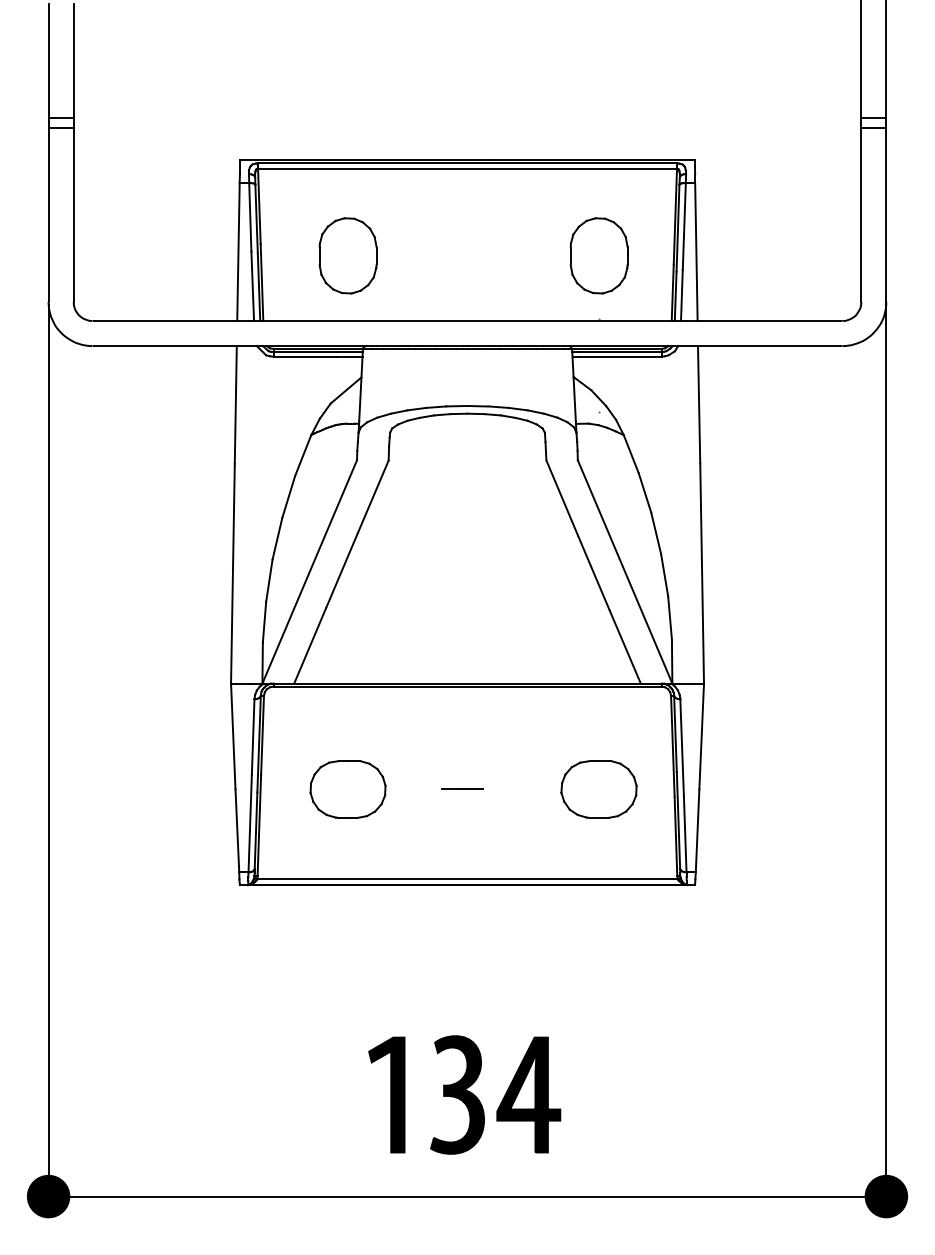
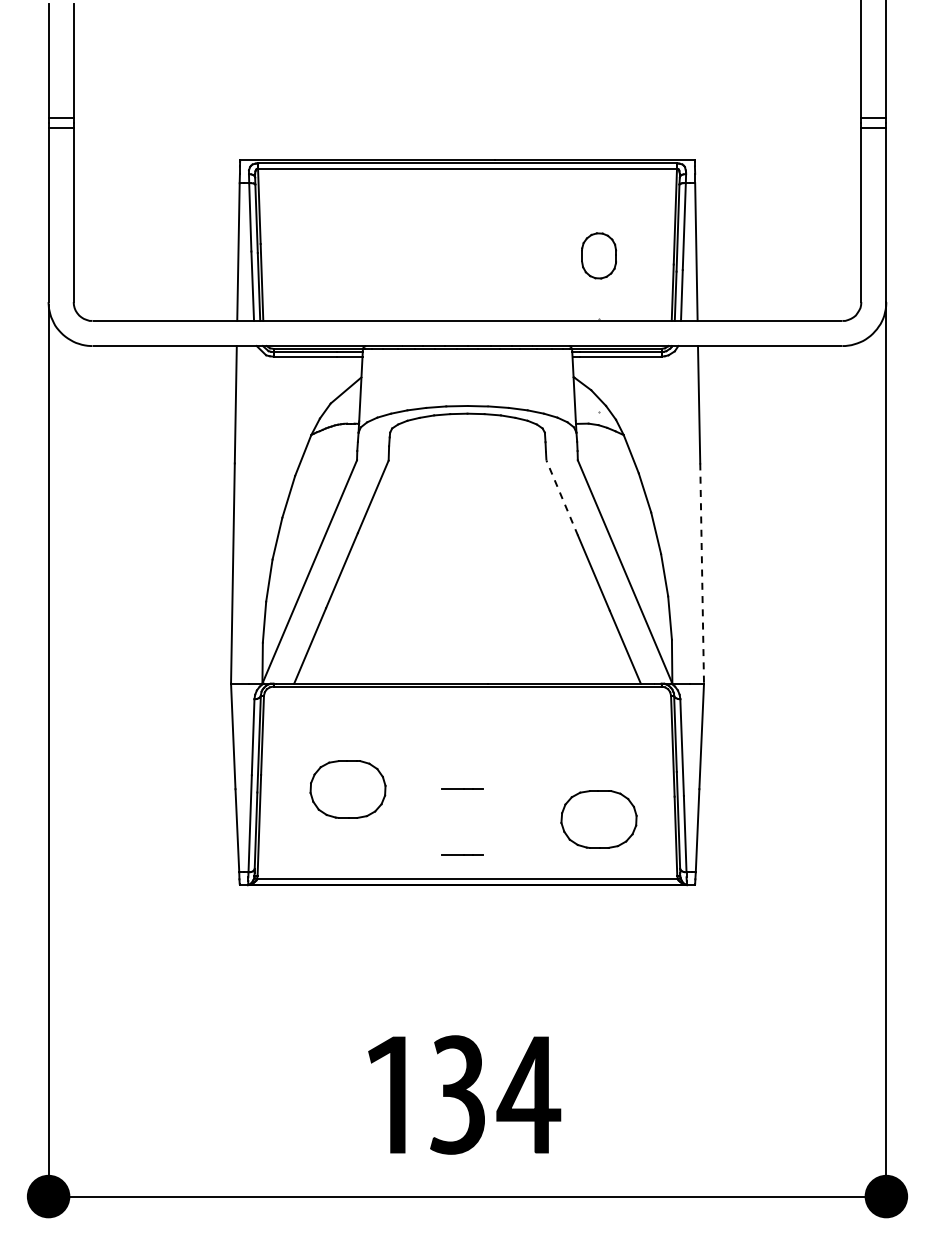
part at (347, 255): present -> none
part at (598, 255) size: 60x78 px -> 37x48 px
line at (562, 498): solid -> dashed
line at (702, 574): solid -> dashed
part at (598, 789) position: (598, 789) -> (598, 819)
line at (462, 854): none -> present
